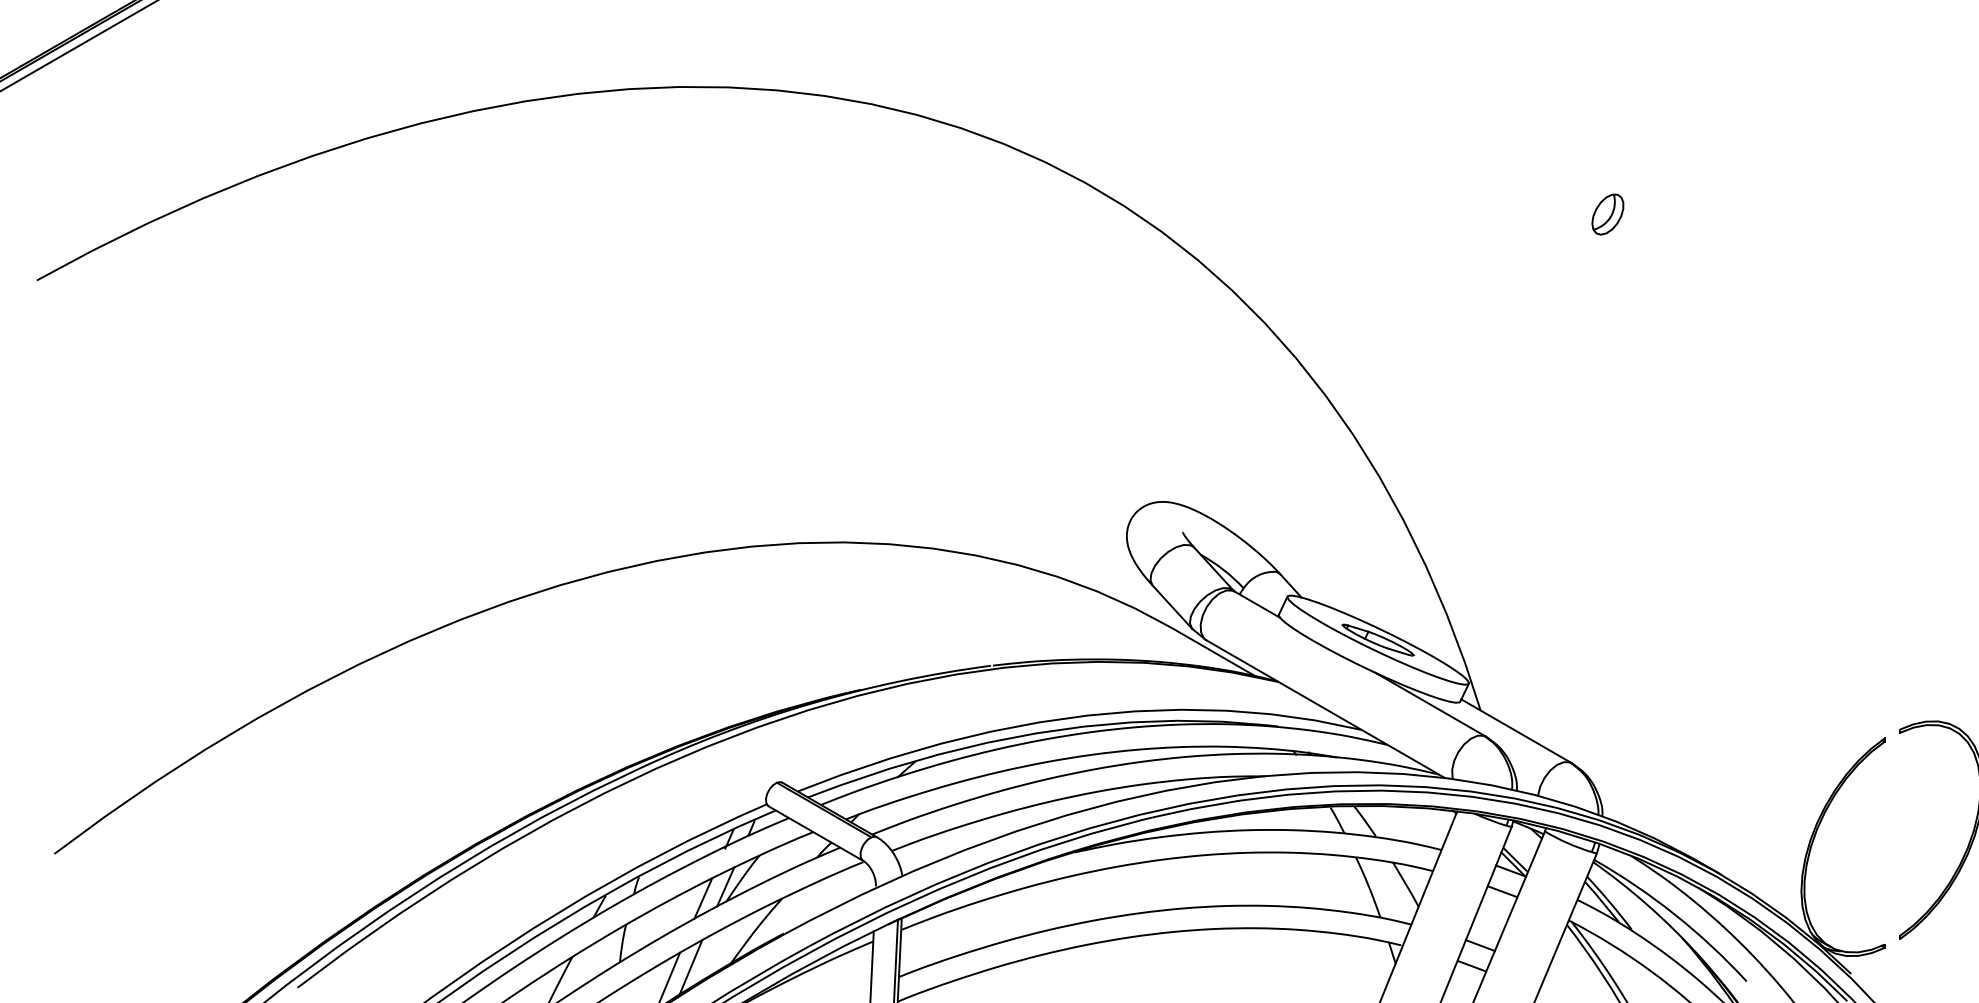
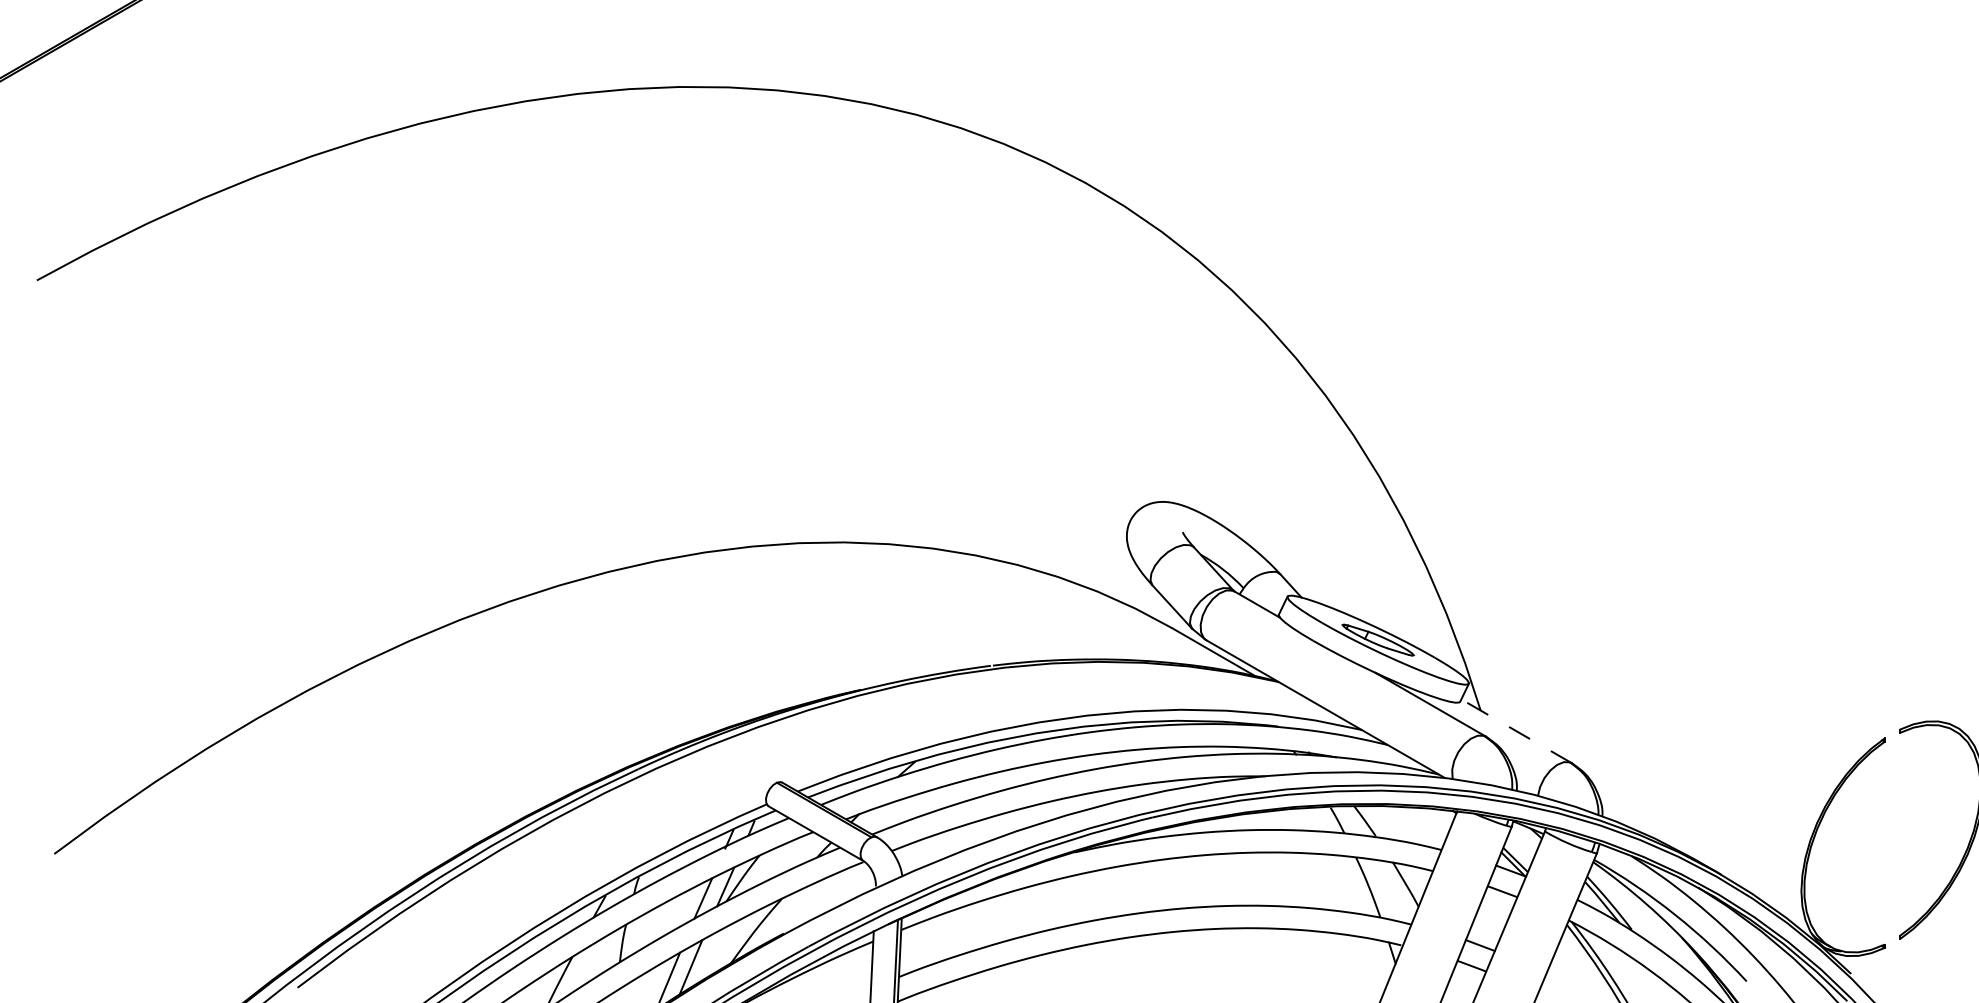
line at (78, 46): present -> none
part at (1607, 214): present -> none
line at (1516, 731): solid -> dashed
